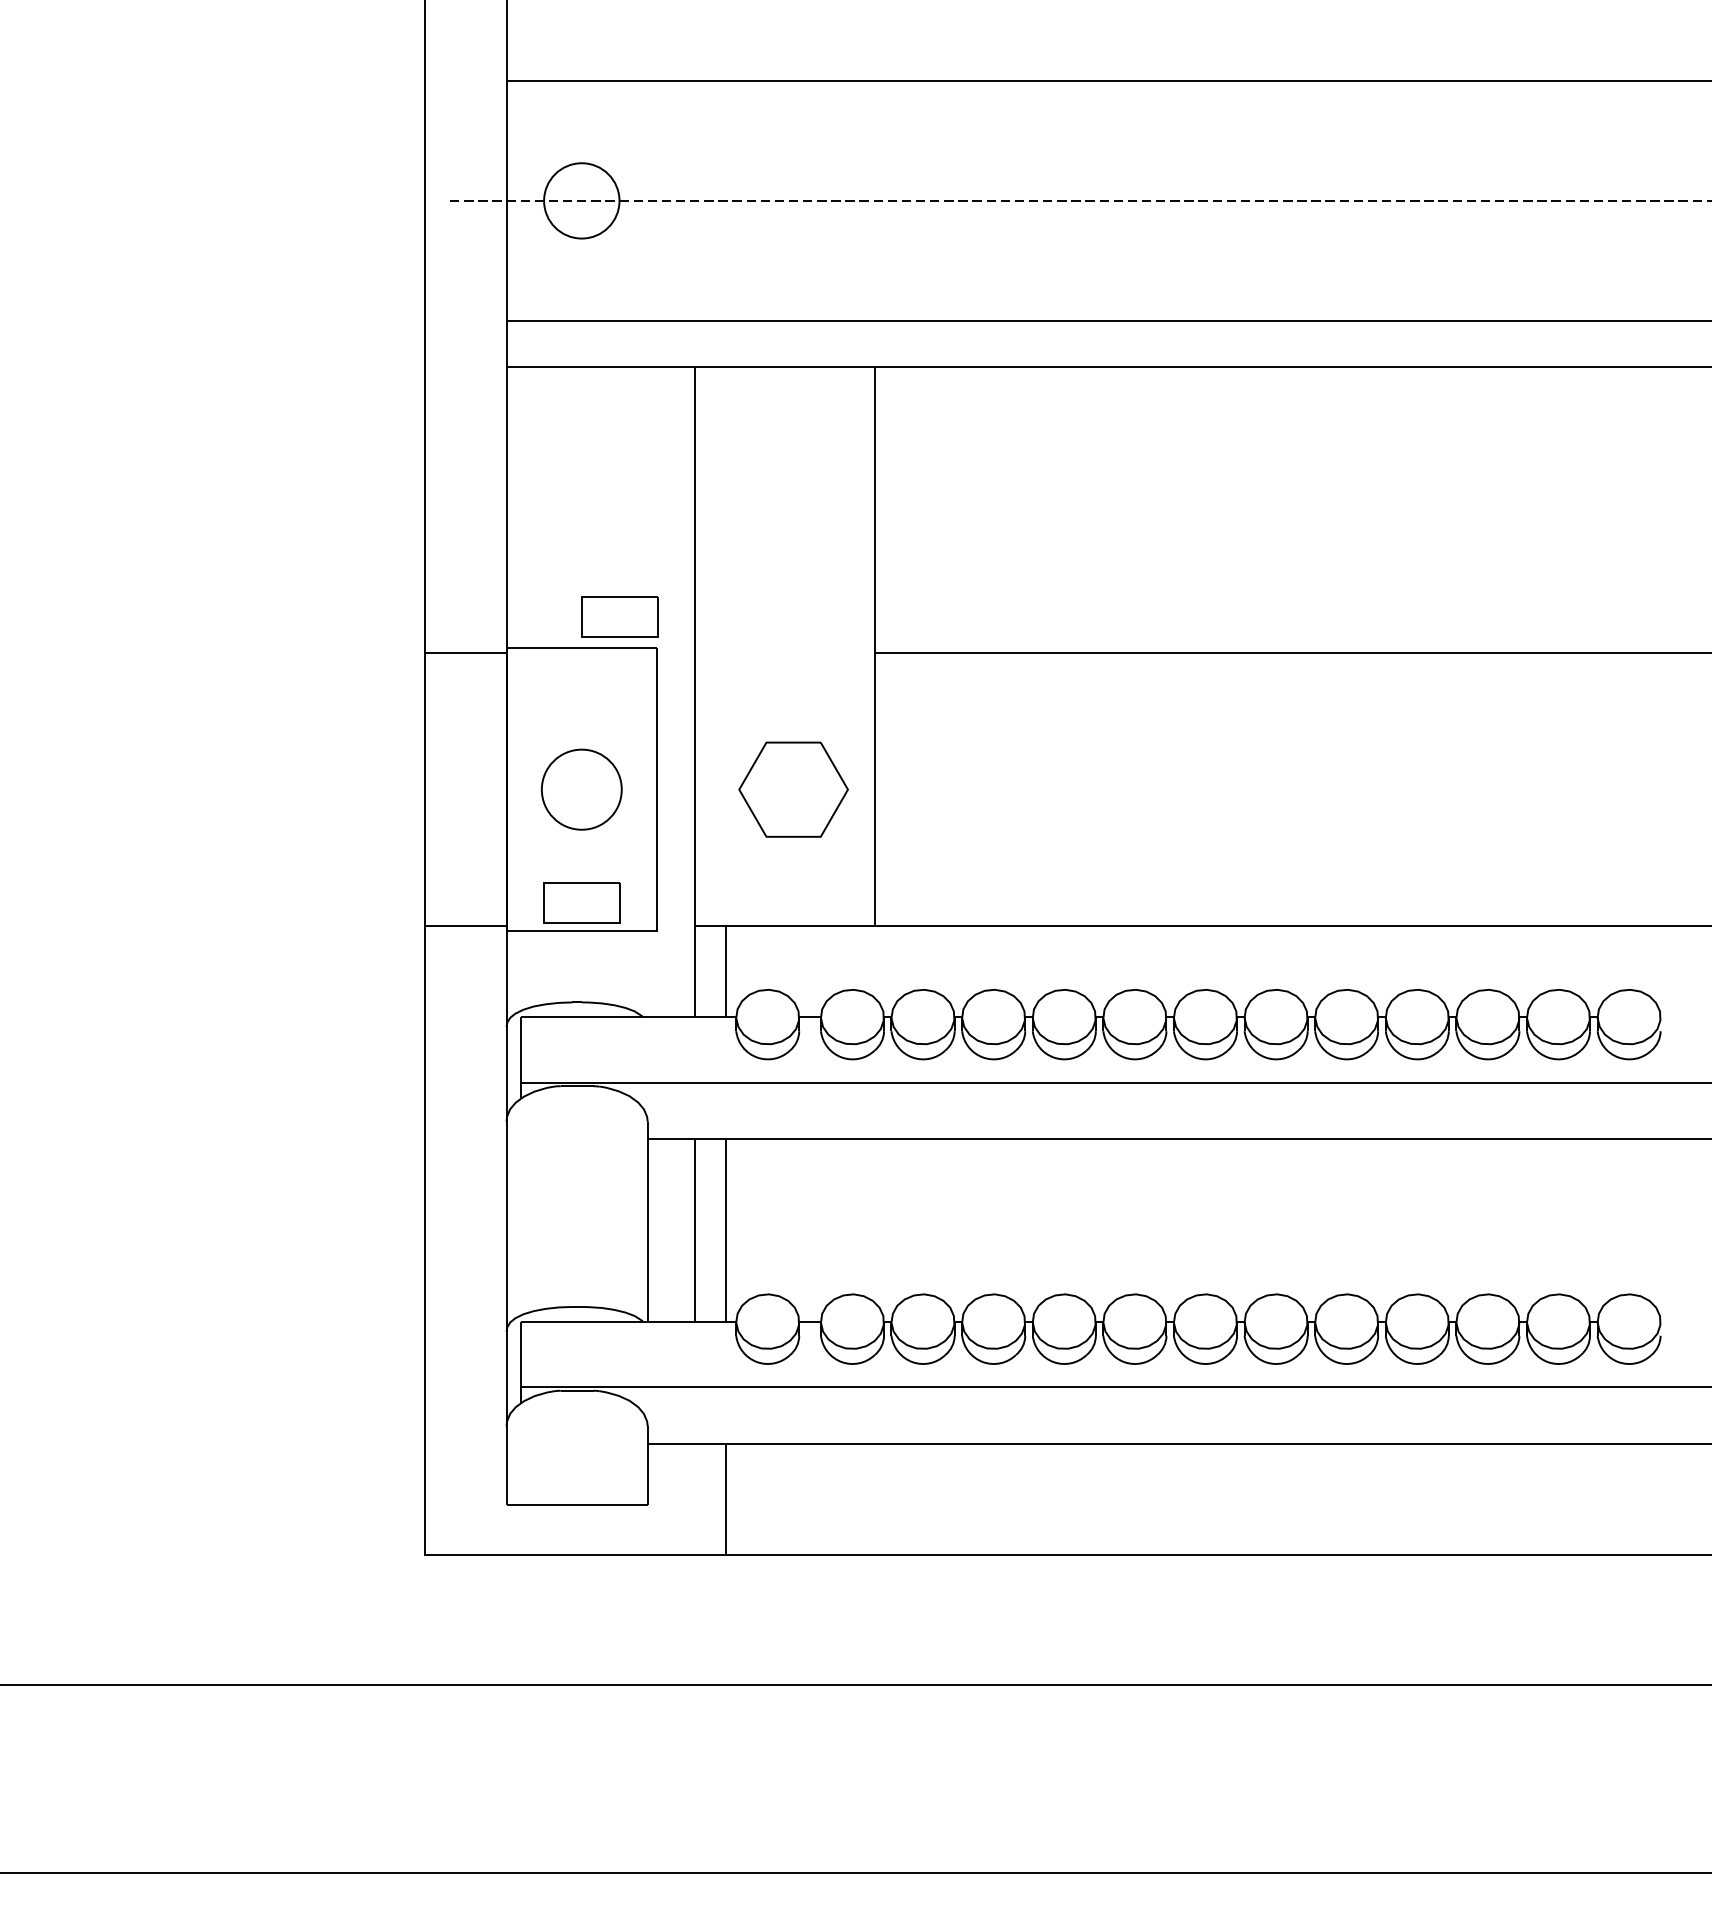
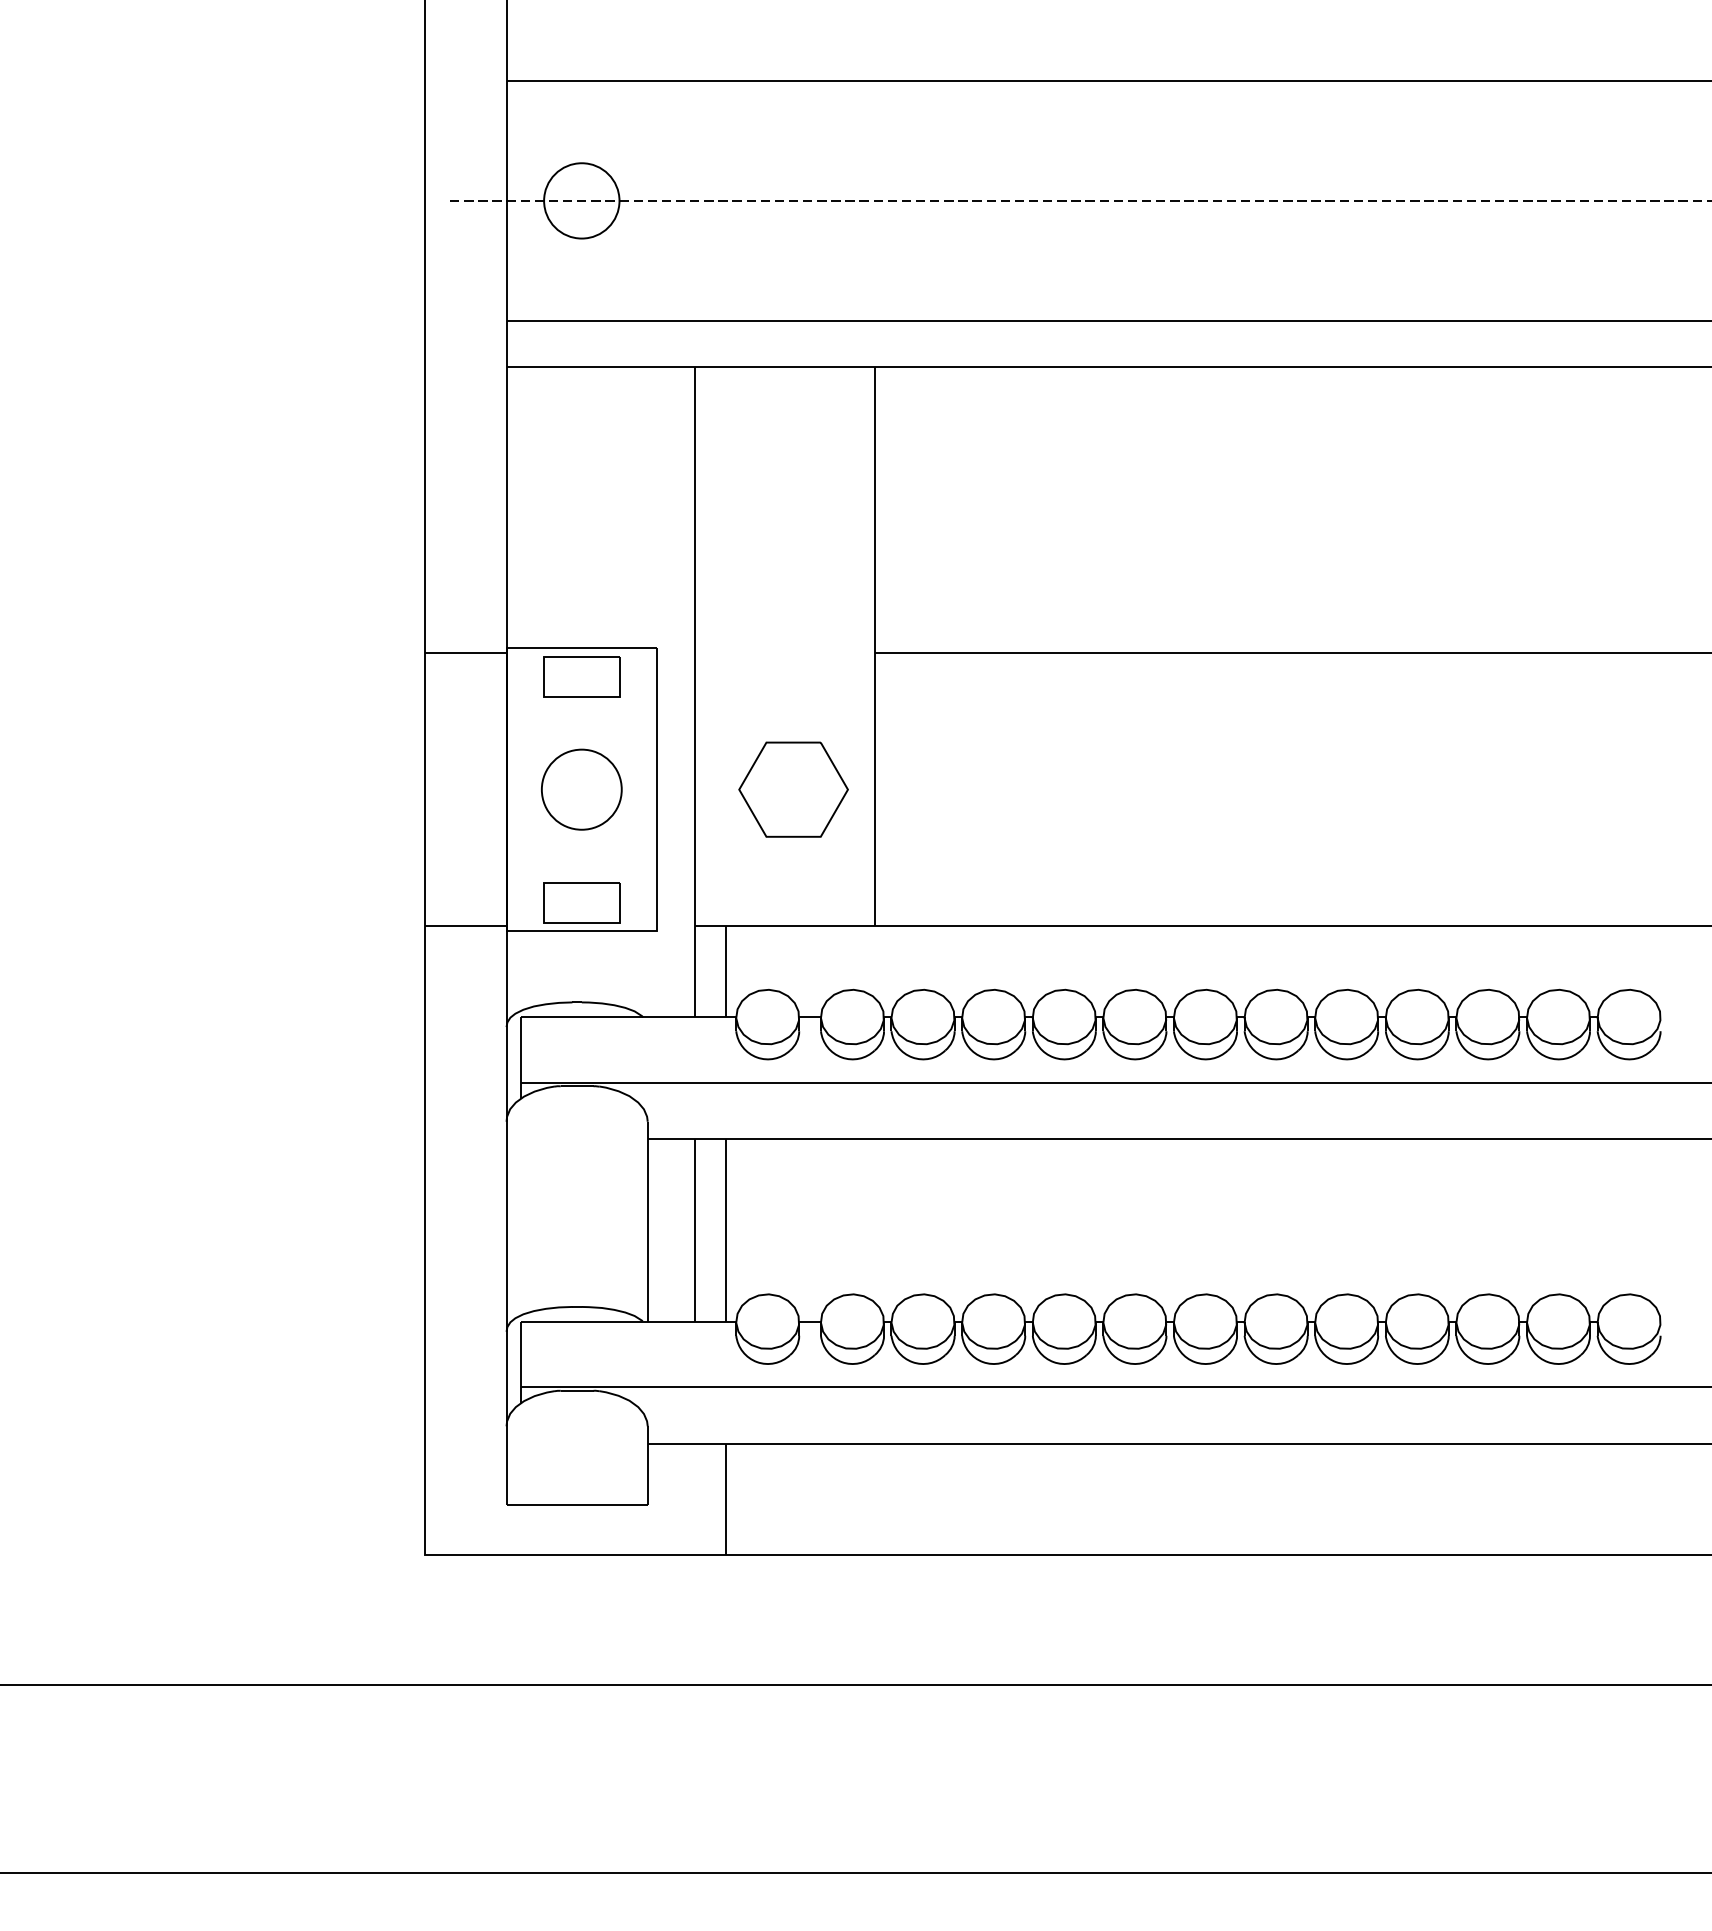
part at (619, 616) position: (619, 616) -> (581, 676)
